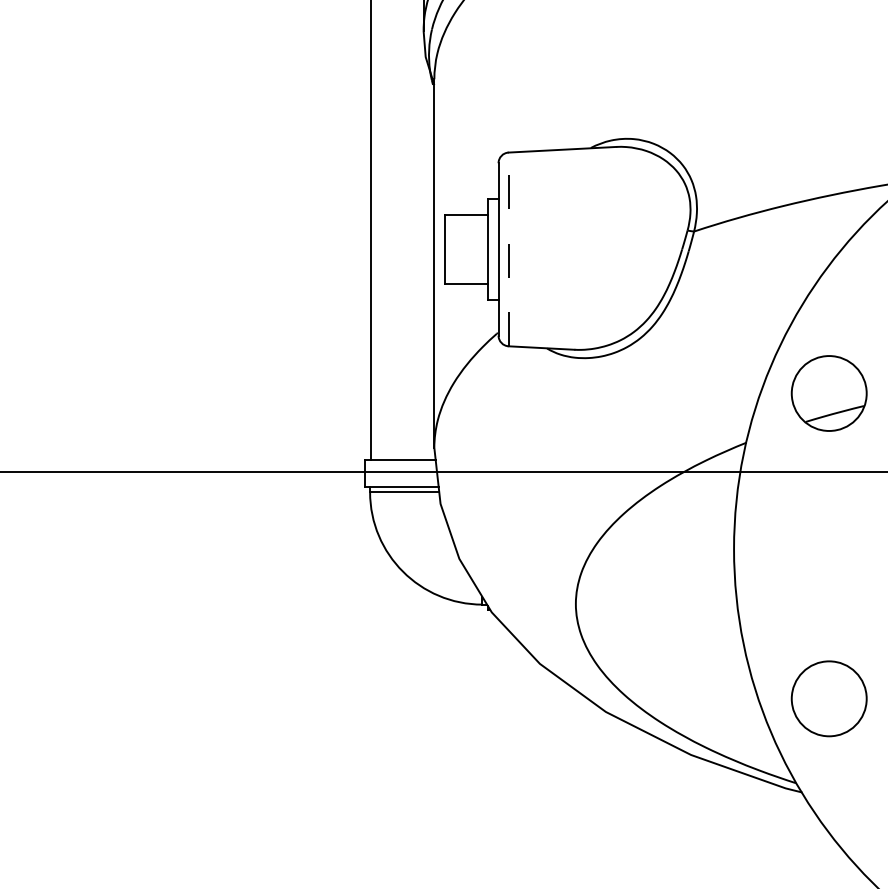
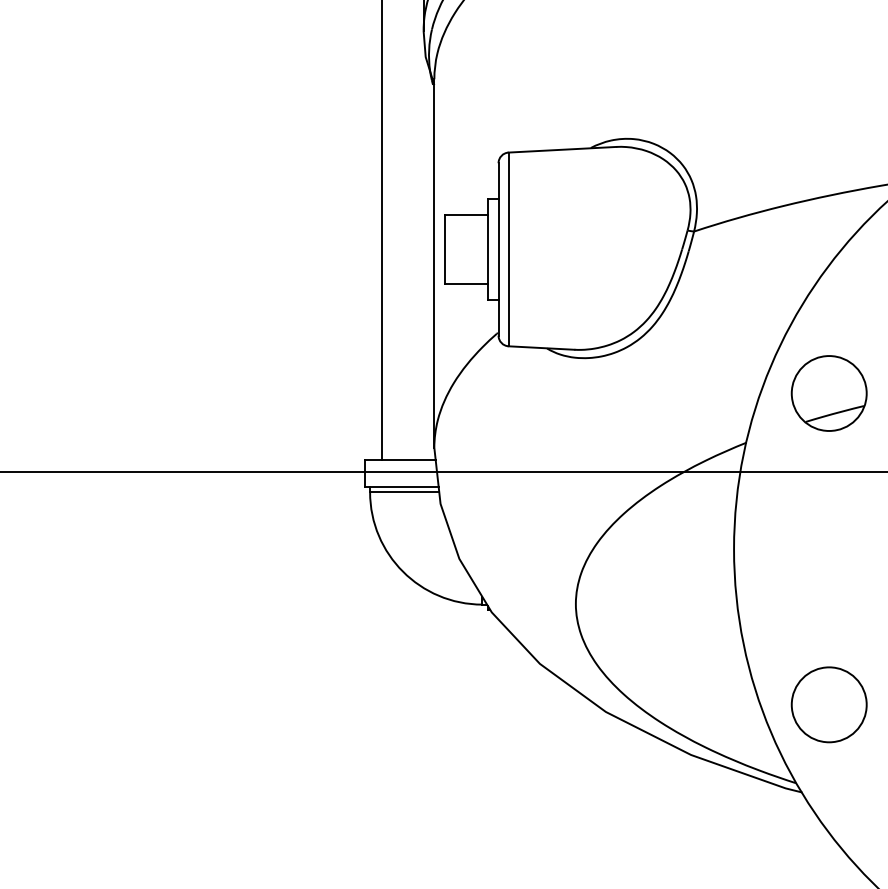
line at (371, 231) position: (371, 231) -> (382, 231)
line at (508, 249): dashed -> solid
circle at (828, 698) position: (828, 698) -> (828, 704)
